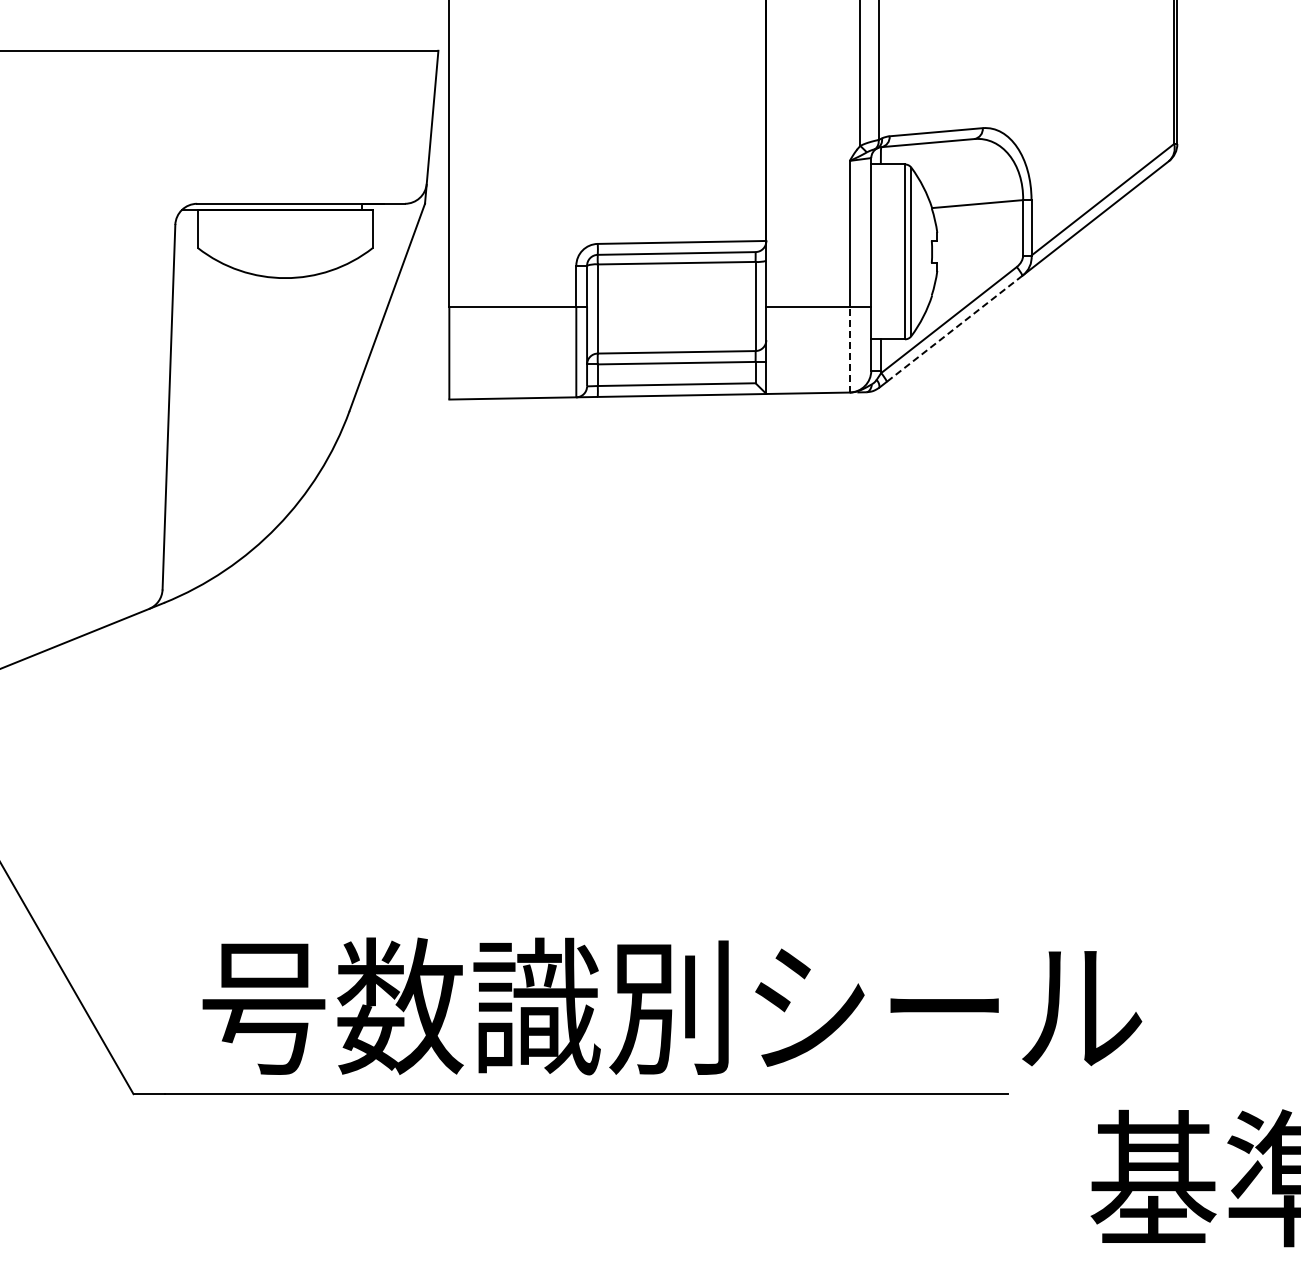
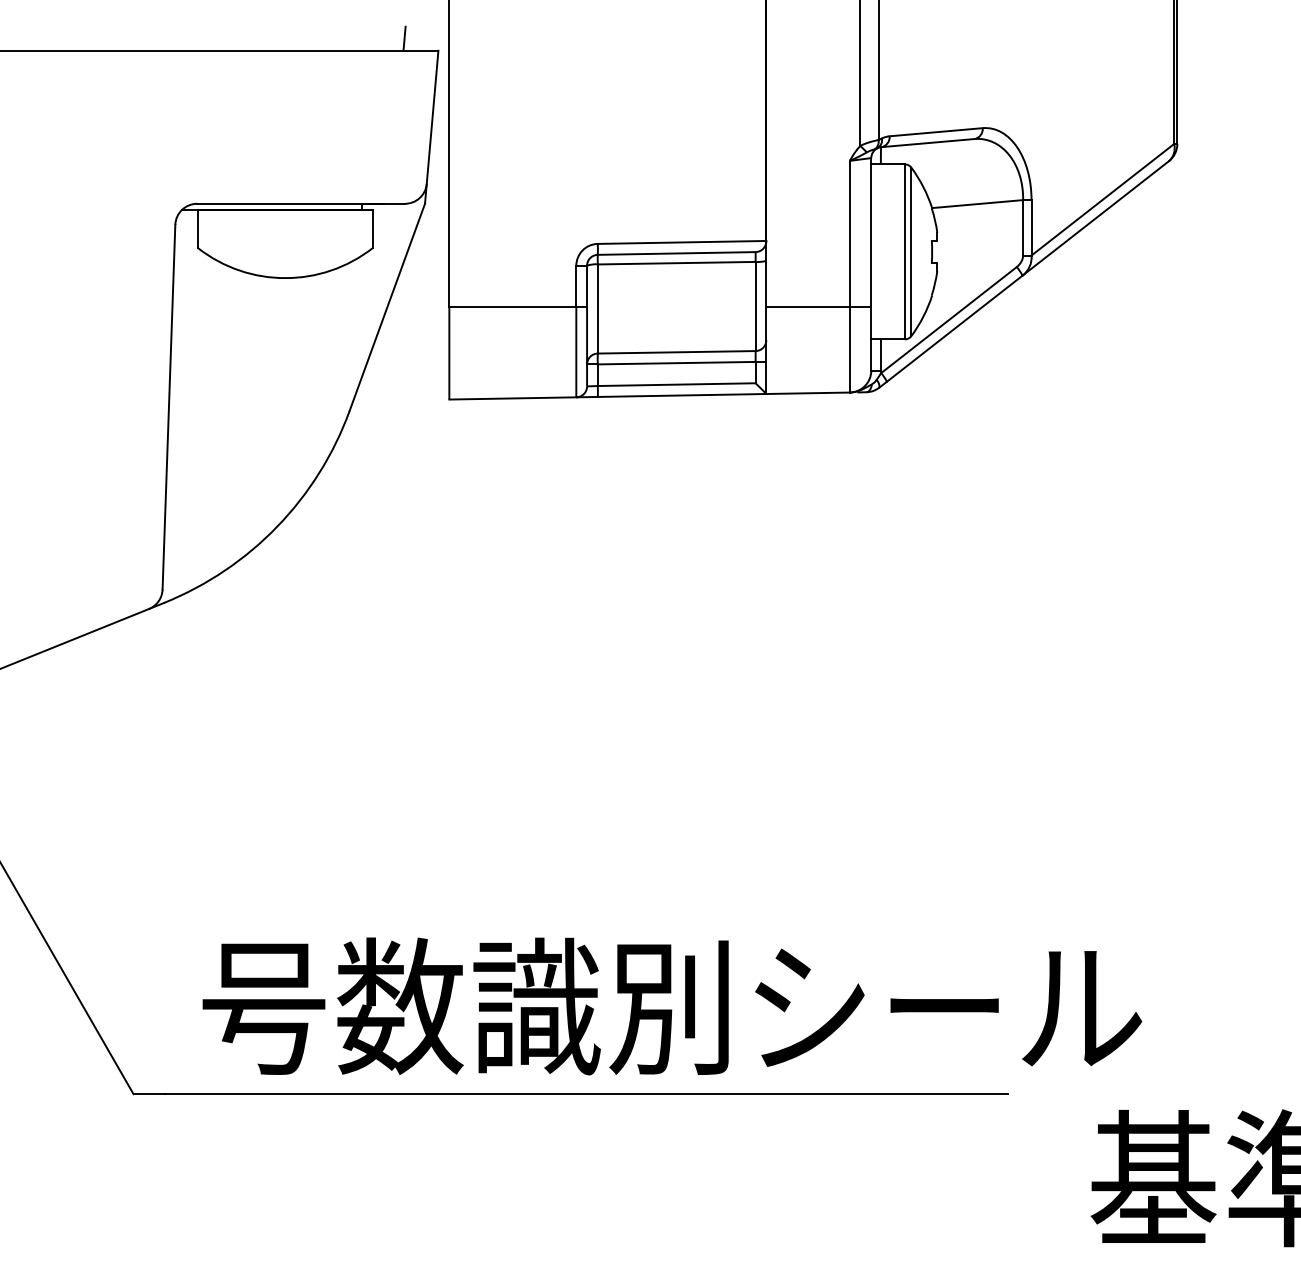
line at (404, 38): none -> present
line at (954, 329): dashed -> solid
line at (849, 349): dashed -> solid
